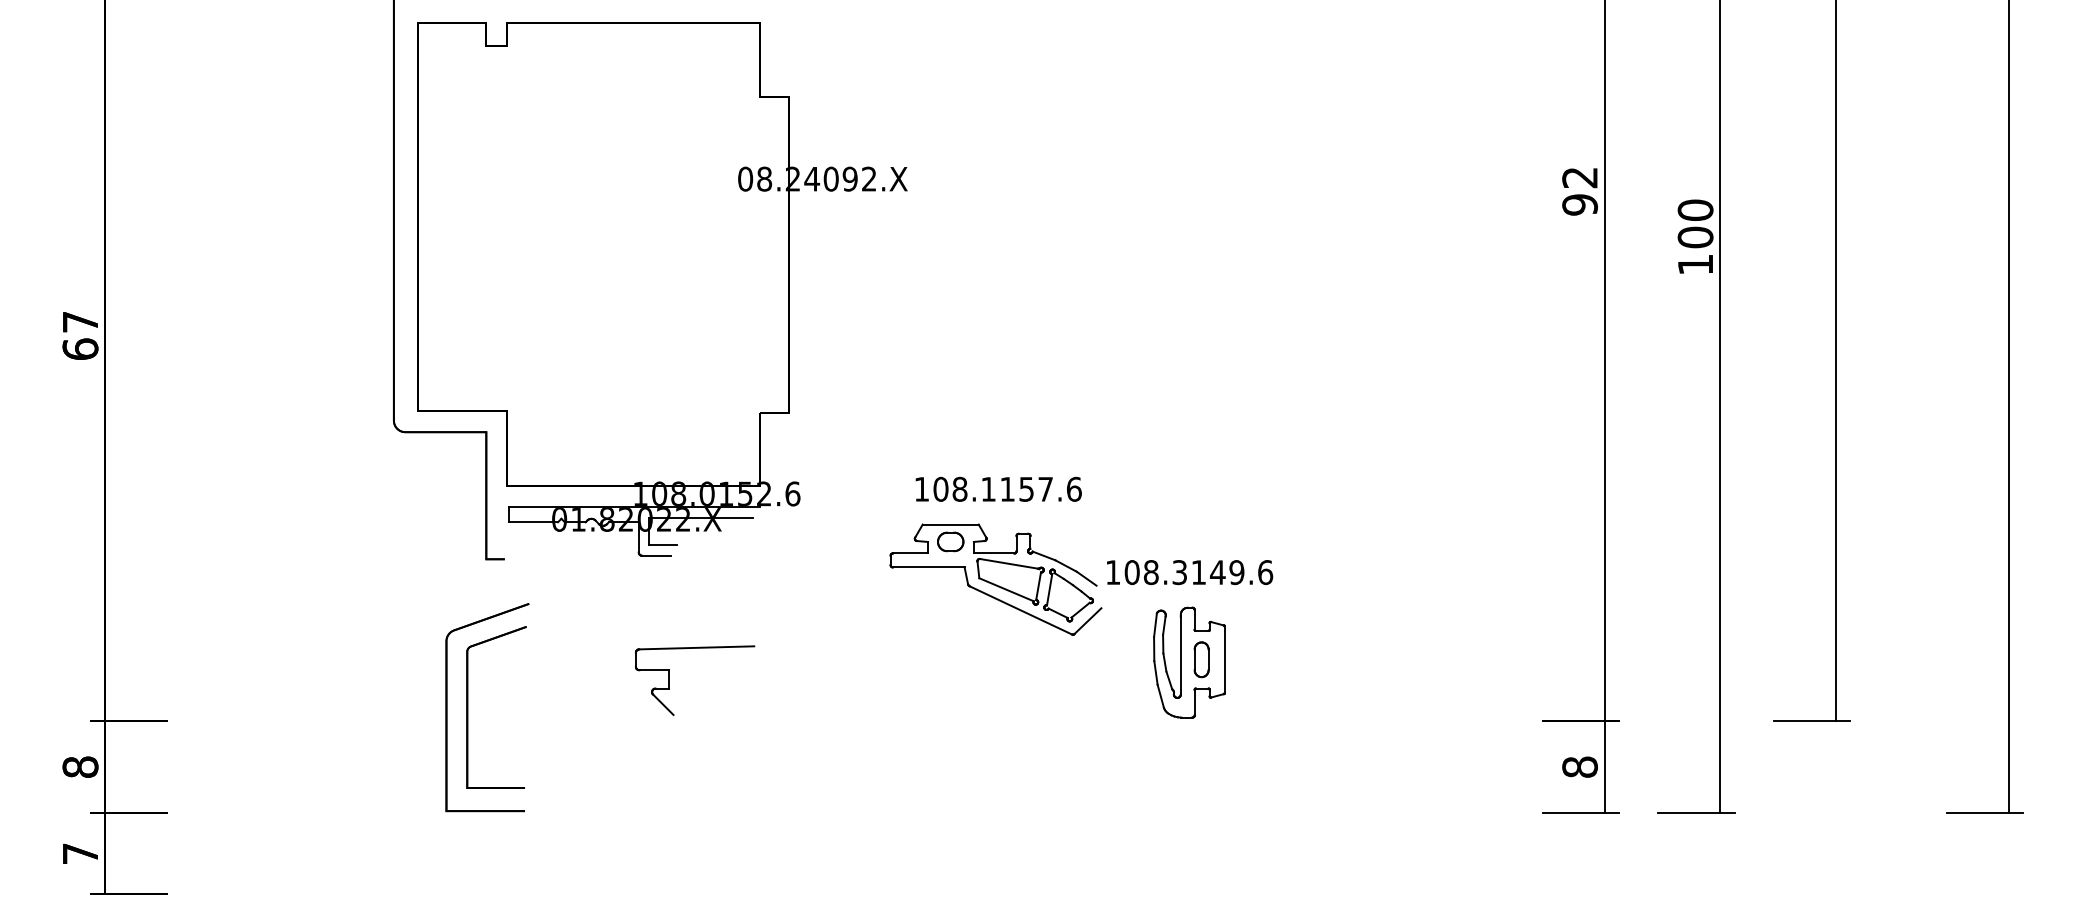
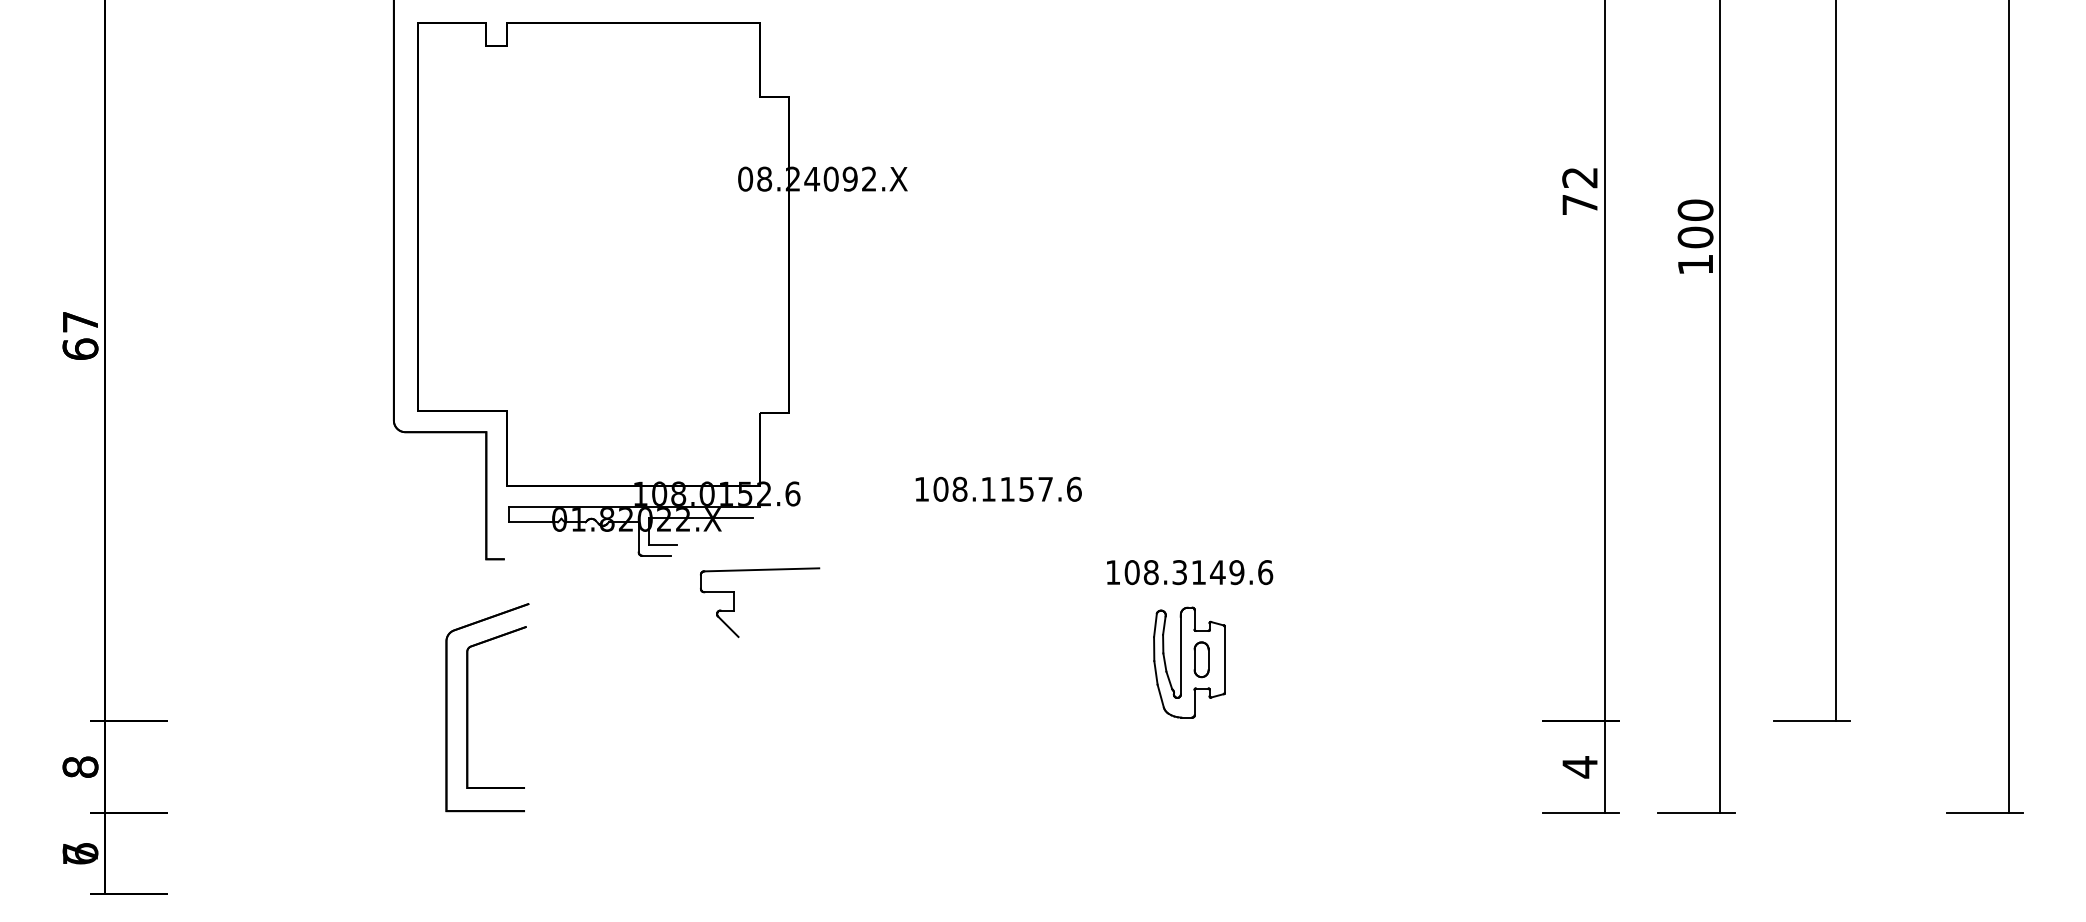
text at (1579, 204): 92 -> 72
part at (995, 579): present -> none
part at (669, 680) position: (669, 680) -> (734, 602)
text at (1579, 767): 8 -> 4
text at (80, 853): 7 -> 6
